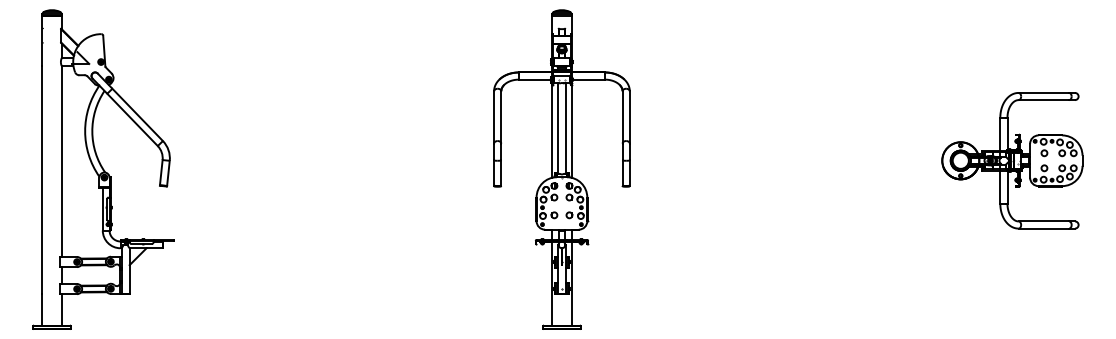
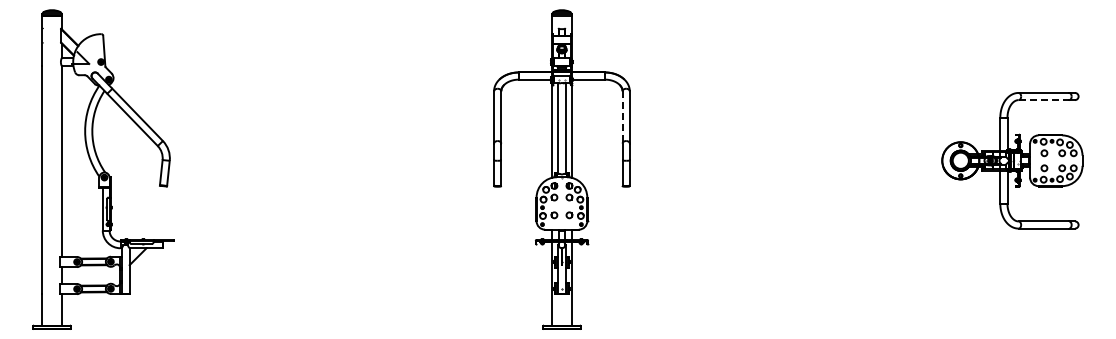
line at (1044, 100): solid -> dashed
line at (622, 117): solid -> dashed
